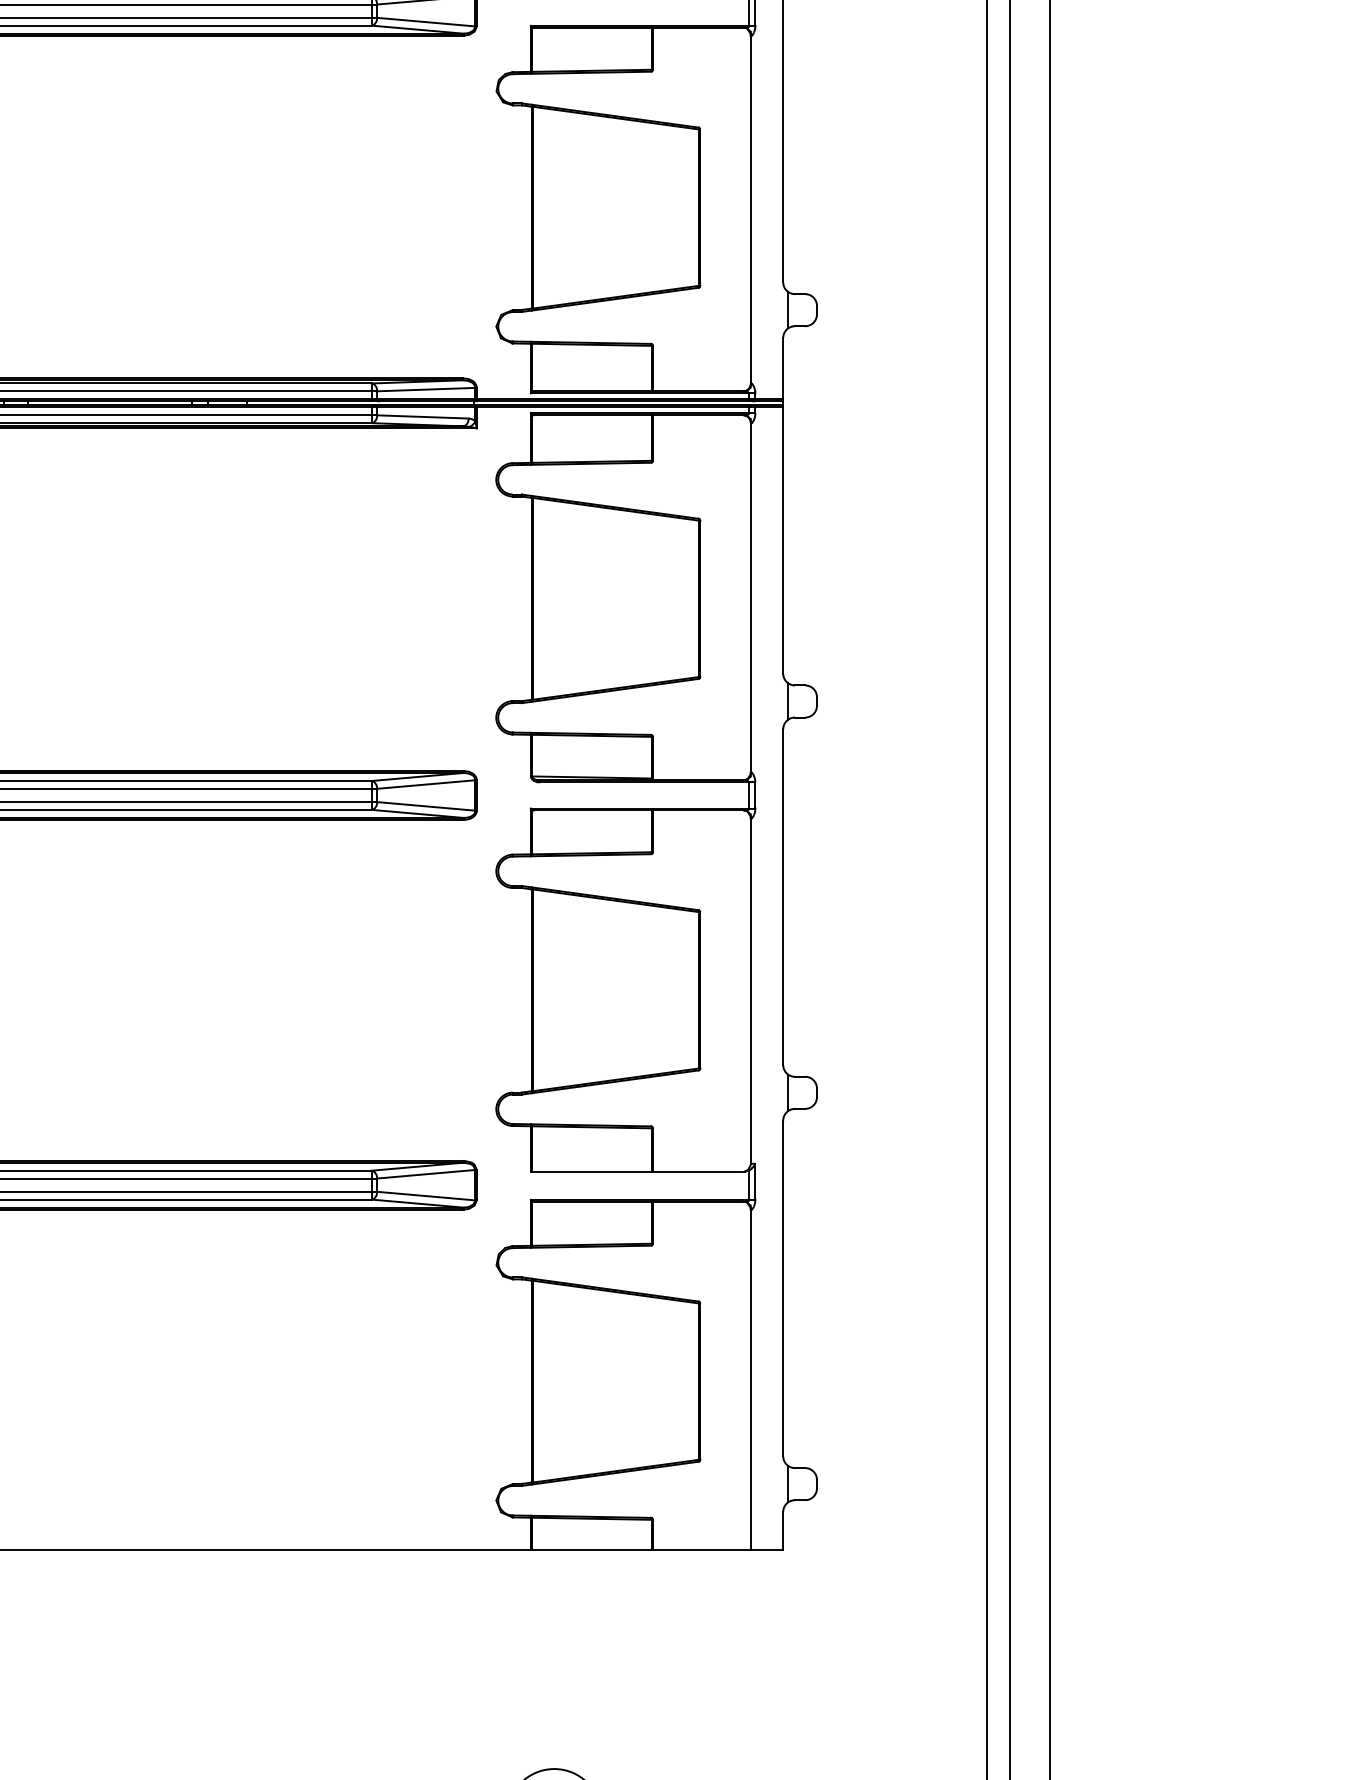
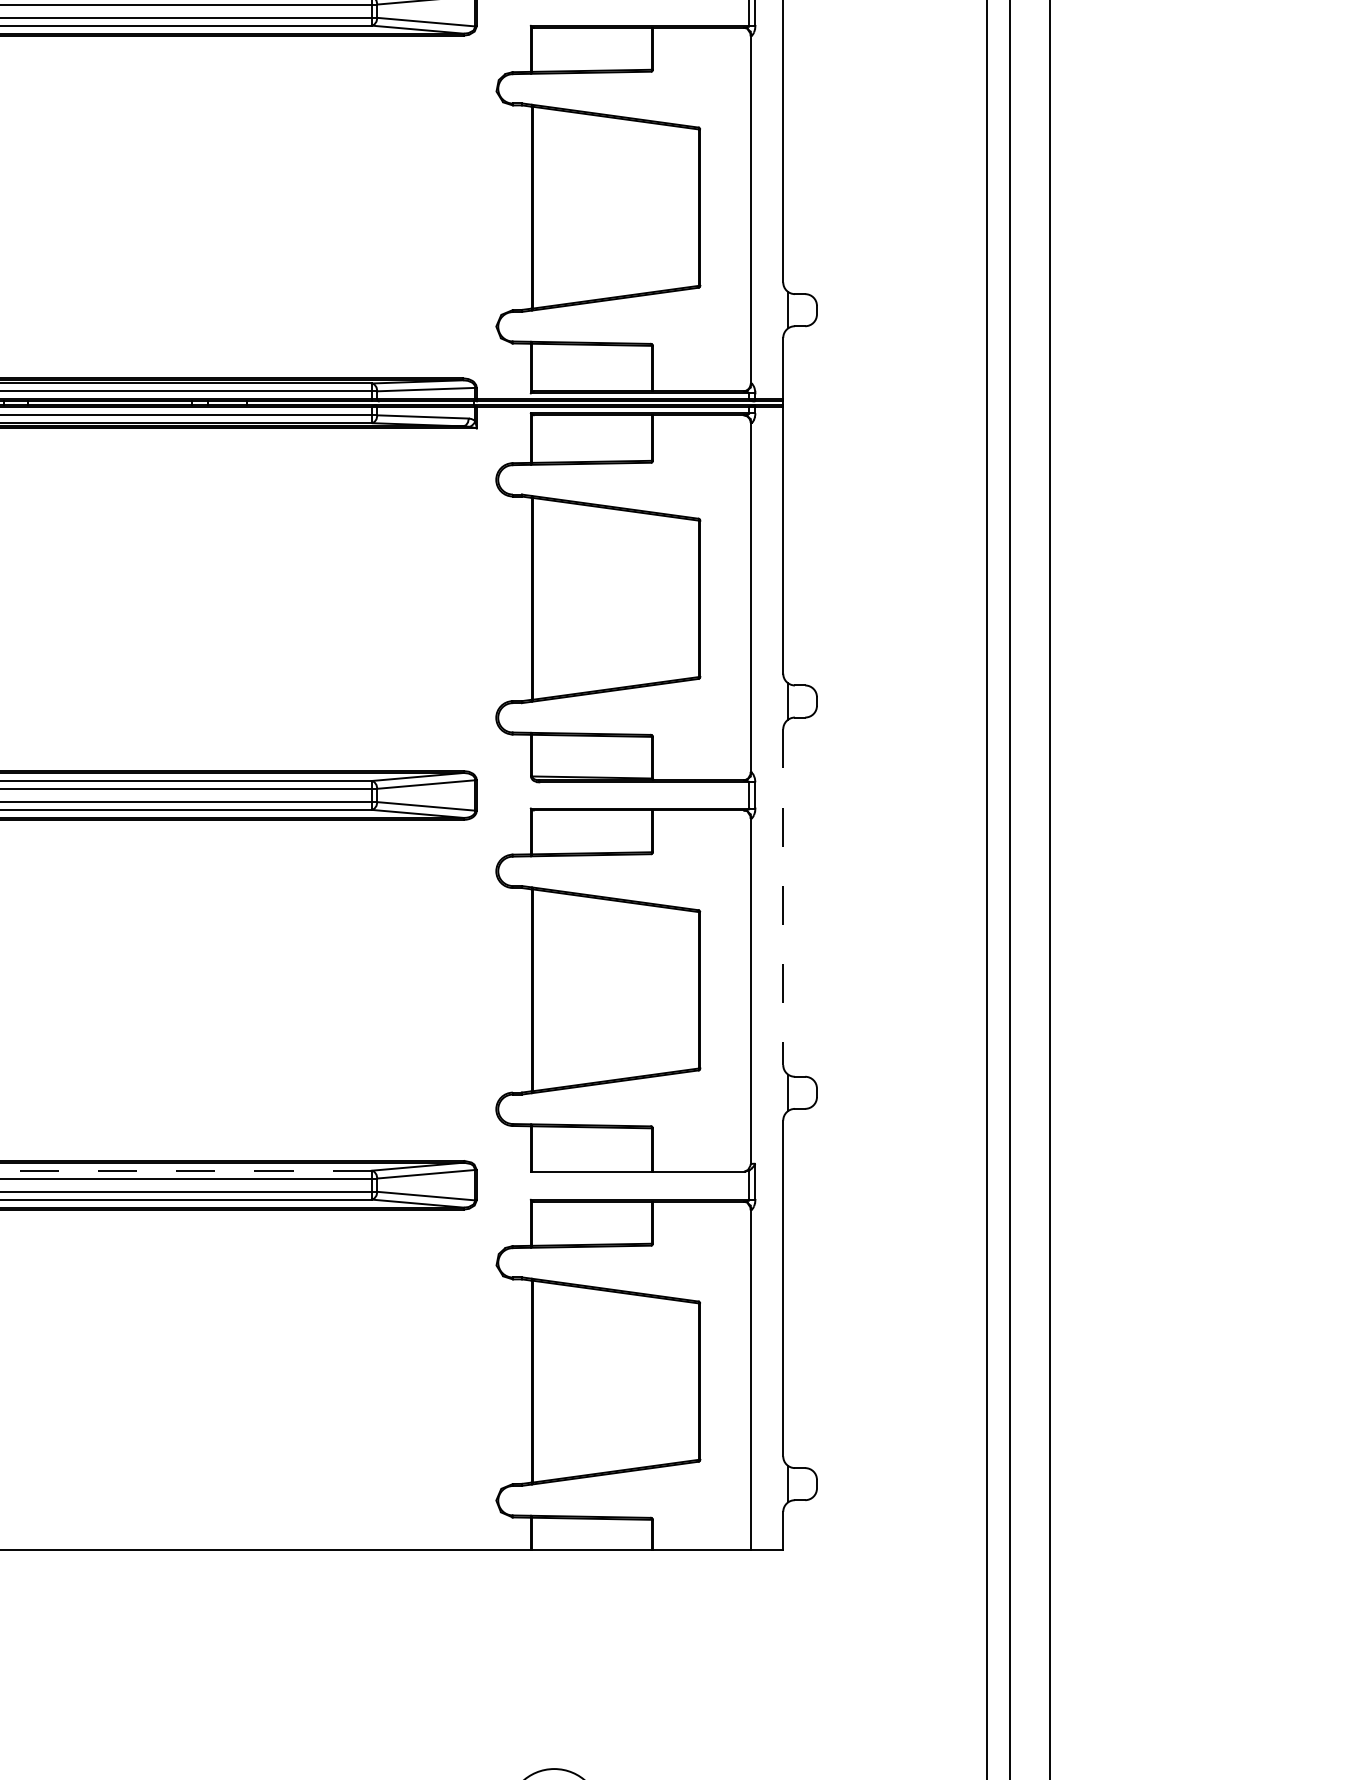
line at (783, 897): solid -> dashed
line at (185, 1170): solid -> dashed
